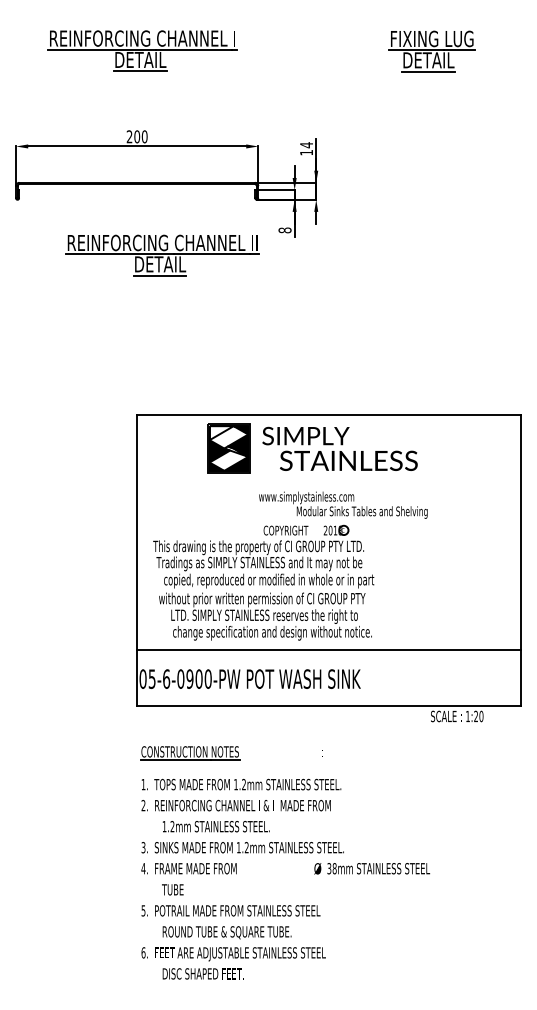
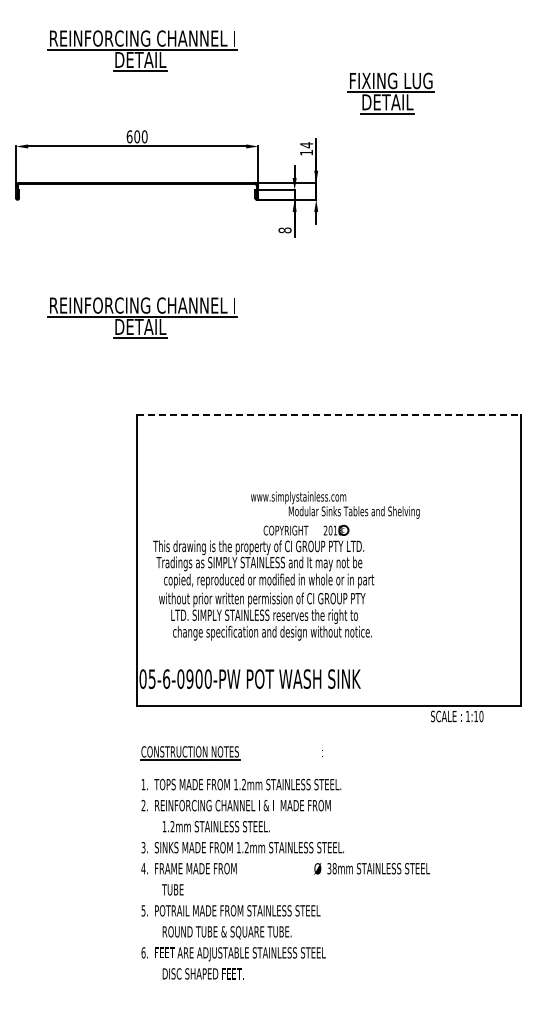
part at (431, 51) position: (431, 51) -> (390, 93)
text at (129, 136): 200 -> 600
part at (162, 255): present -> none
part at (142, 317): none -> present
line at (329, 415): solid -> dashed
part at (312, 448): present -> none
text at (343, 504) position: (343, 504) -> (335, 504)
line at (328, 650): present -> none
text at (475, 715): 1:20 -> 1:10
